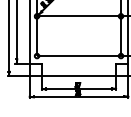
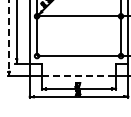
line at (8, 38): solid -> dashed
line at (79, 75): solid -> dashed
